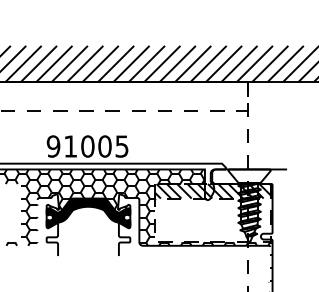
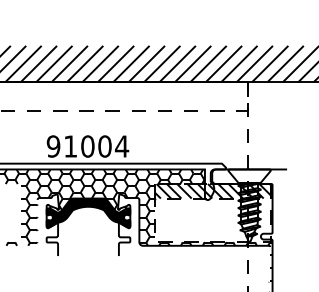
text at (122, 146): 91005 -> 91004
